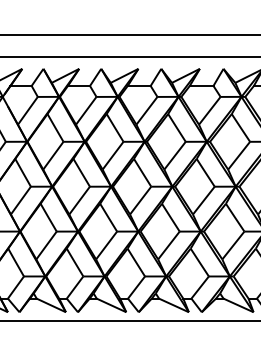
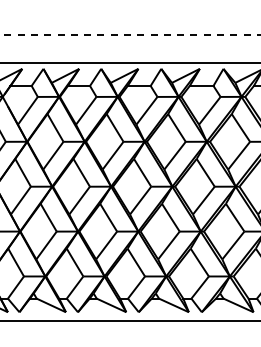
line at (130, 34): solid -> dashed
line at (129, 57) position: (129, 57) -> (129, 63)
